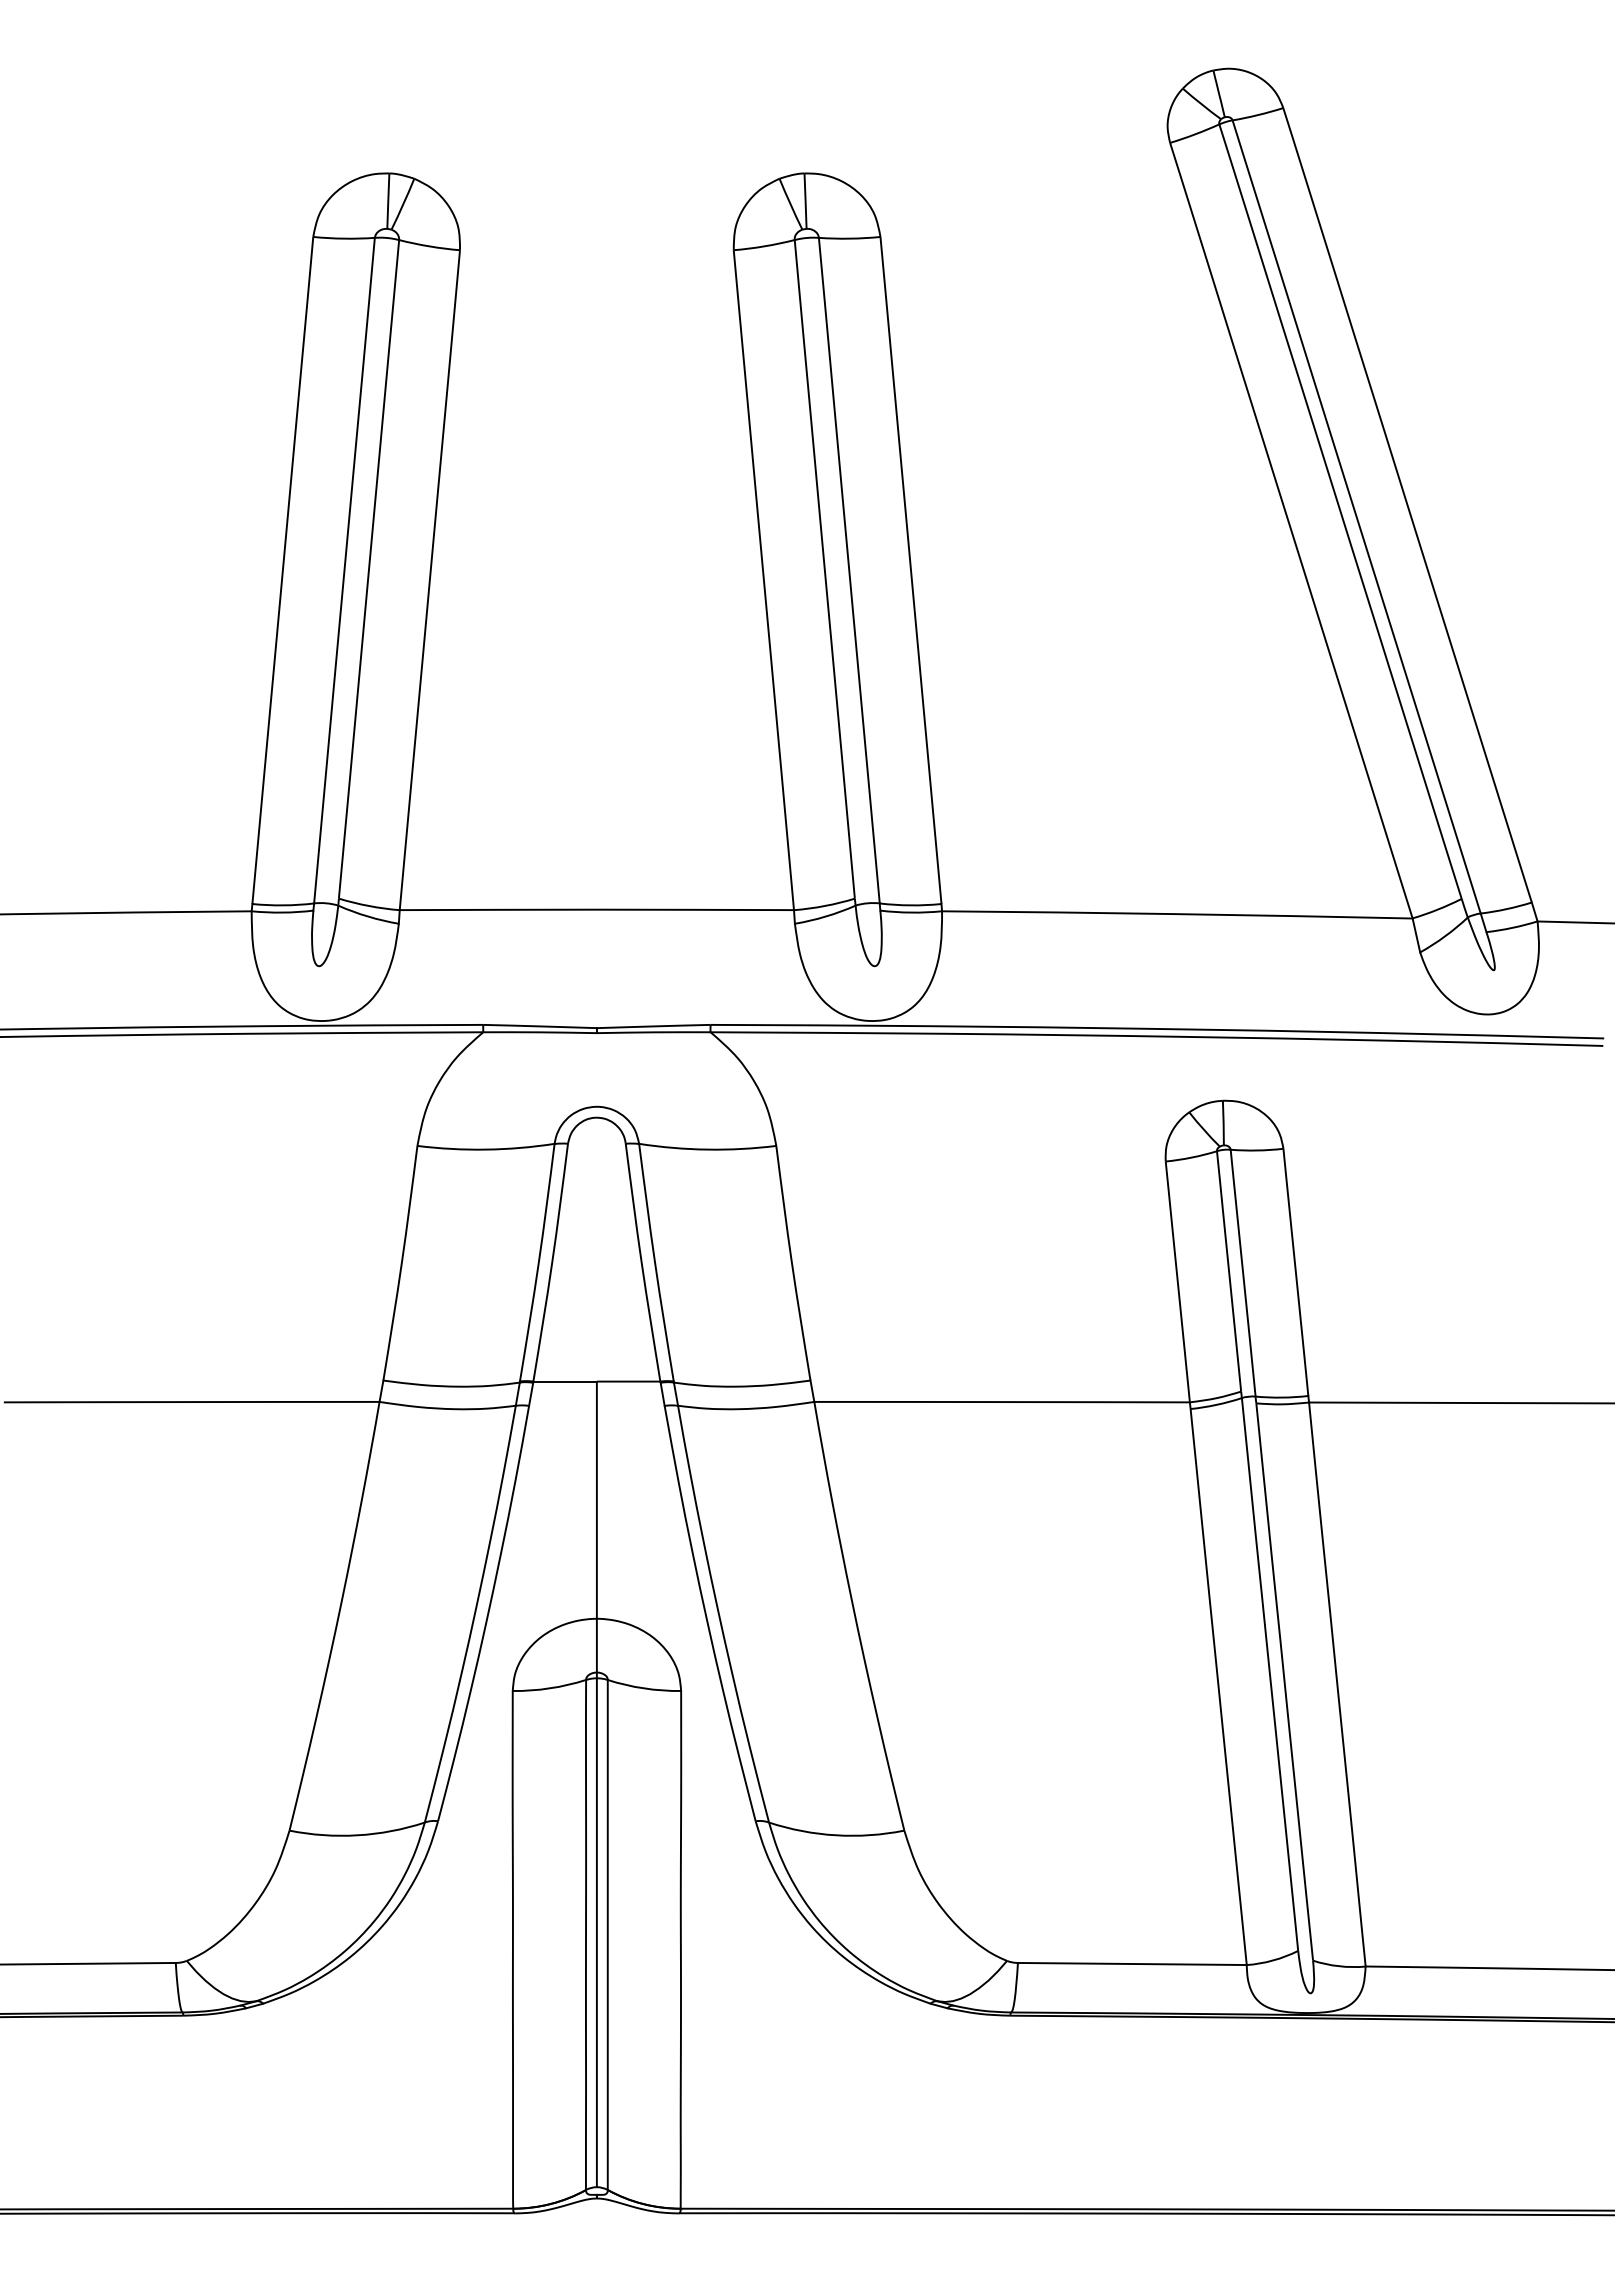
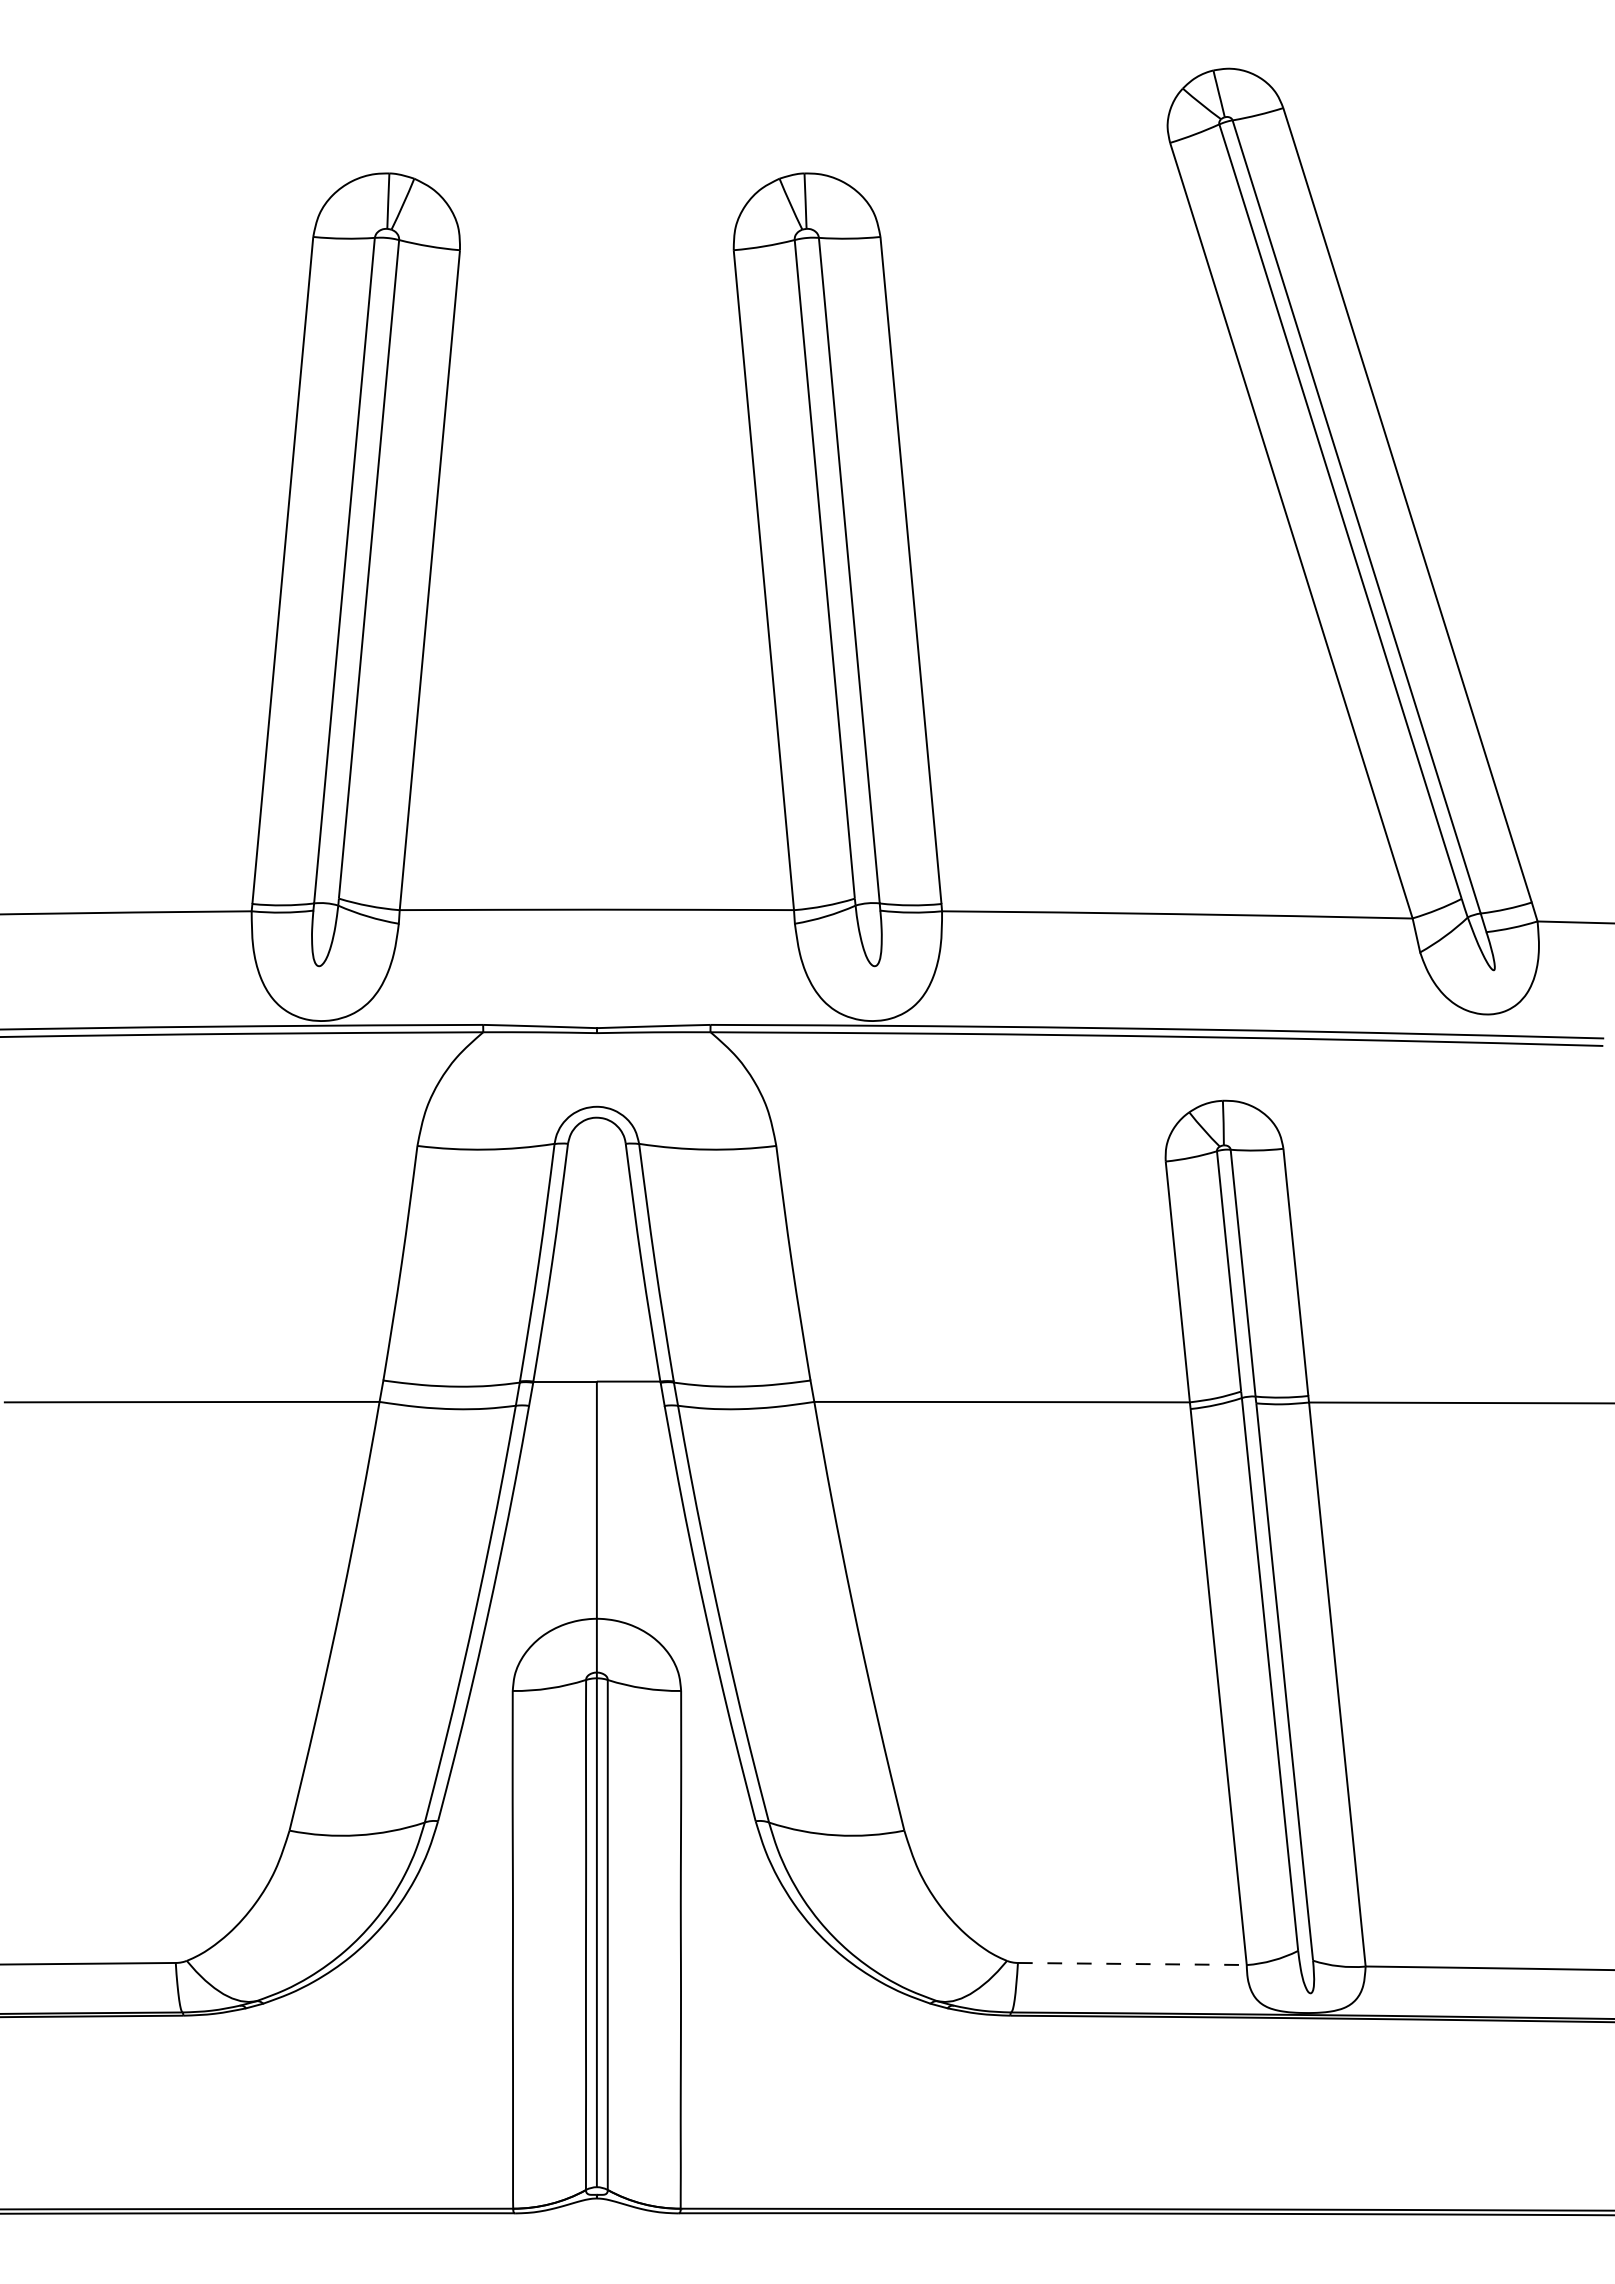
line at (1132, 1964): solid -> dashed
